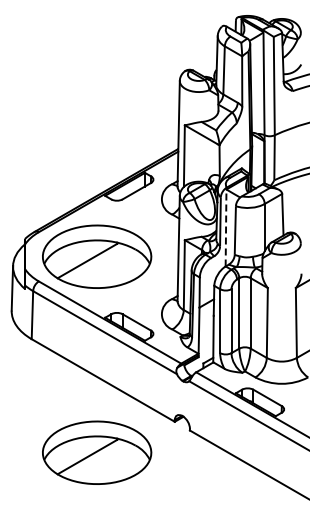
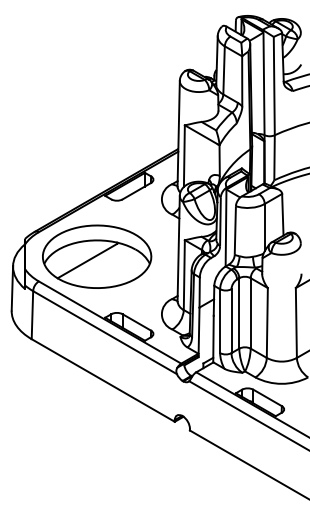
line at (226, 228): dashed -> solid
part at (97, 452): present -> none
